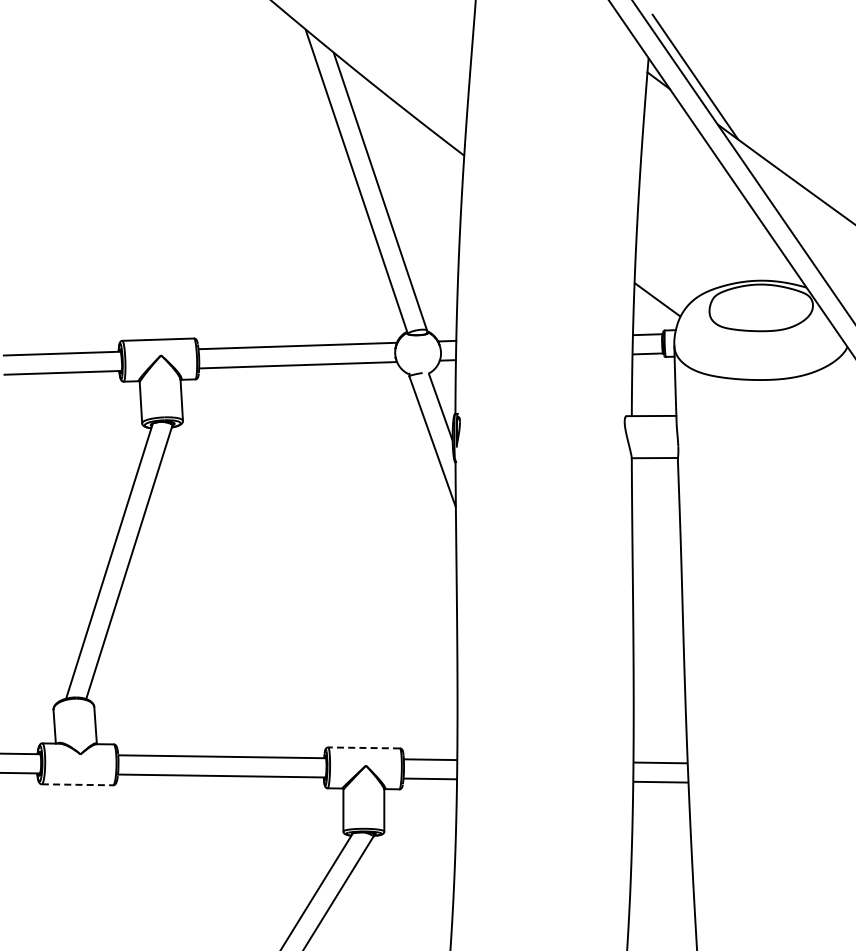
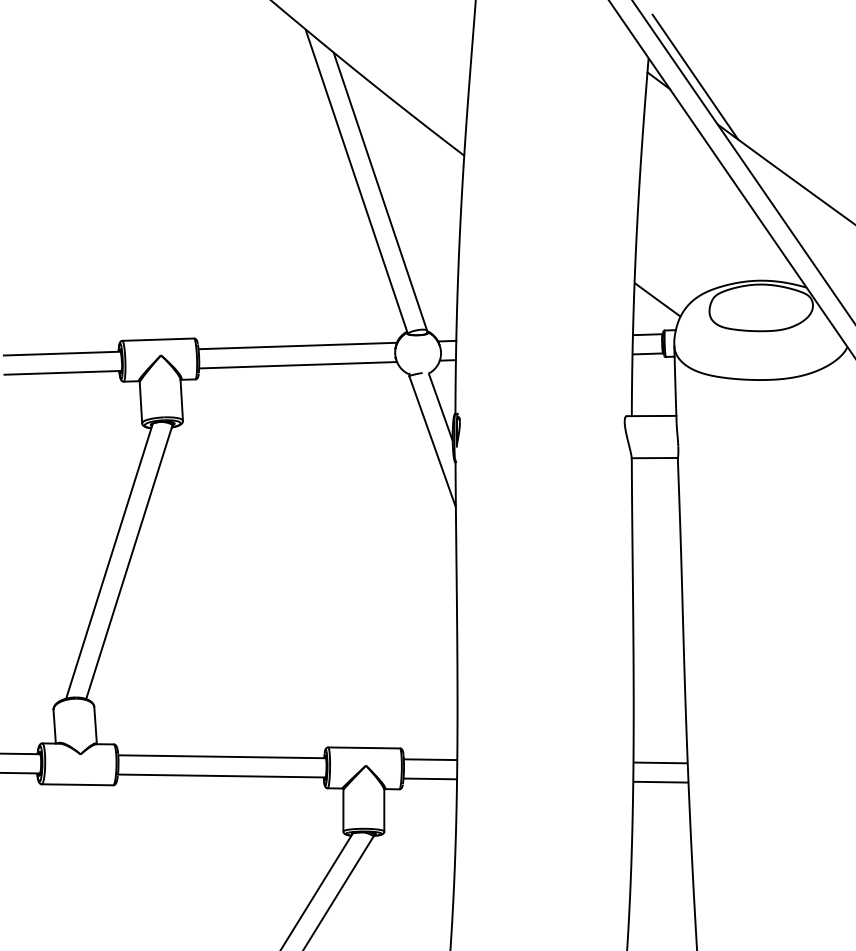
line at (364, 747): dashed -> solid
line at (77, 784): dashed -> solid
